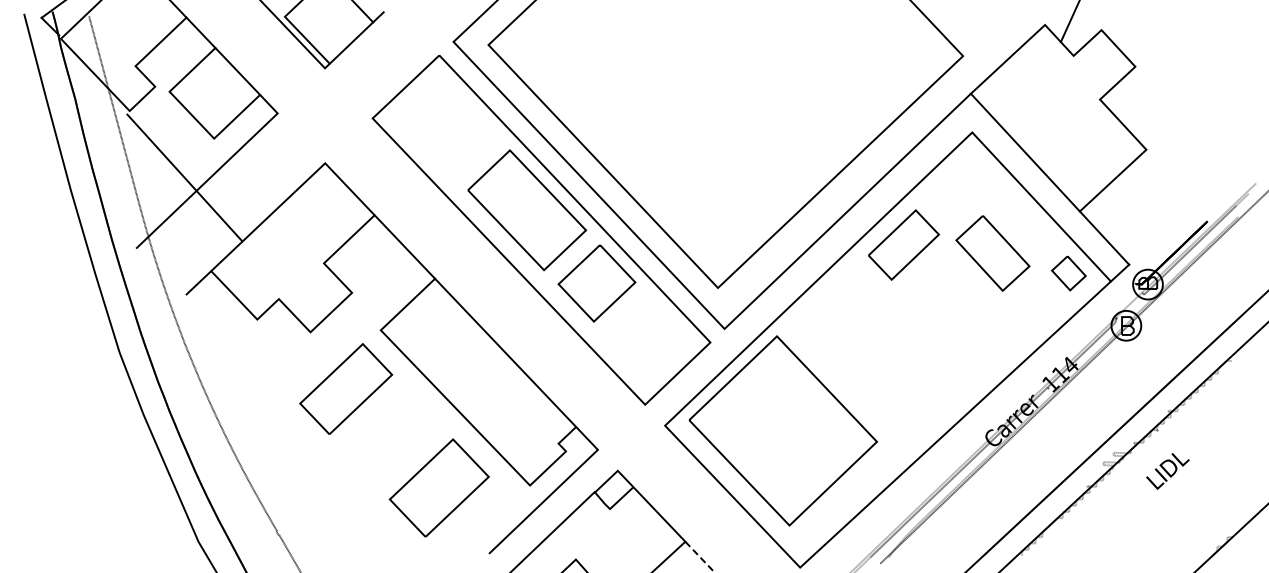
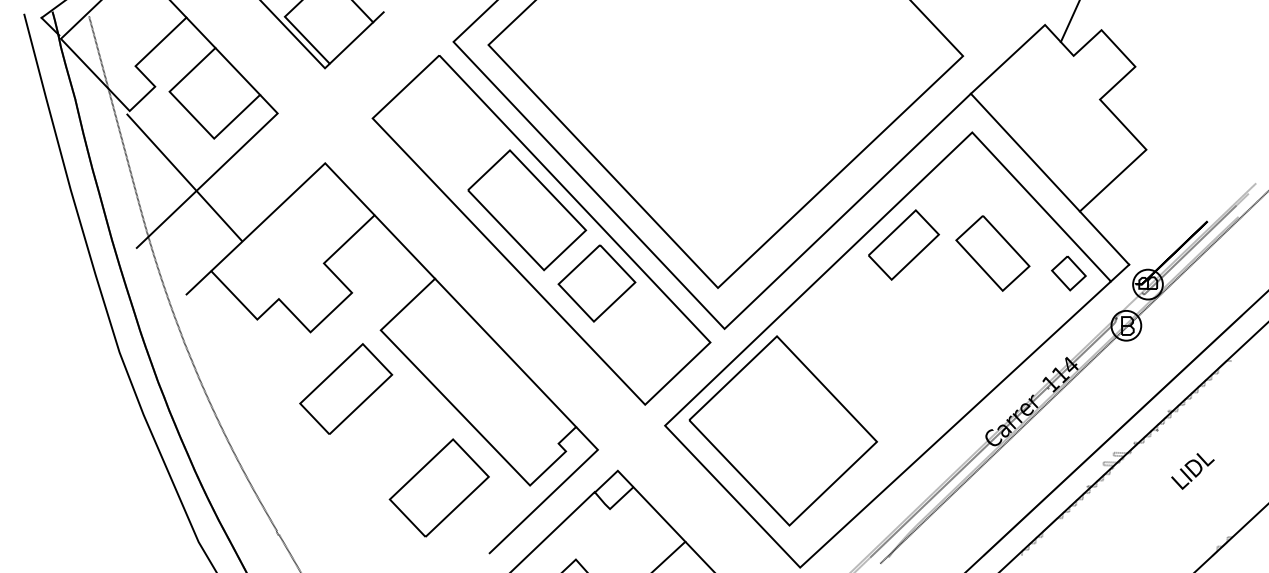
text at (1167, 471) position: (1167, 471) -> (1192, 471)
line at (700, 557): dashed -> solid
